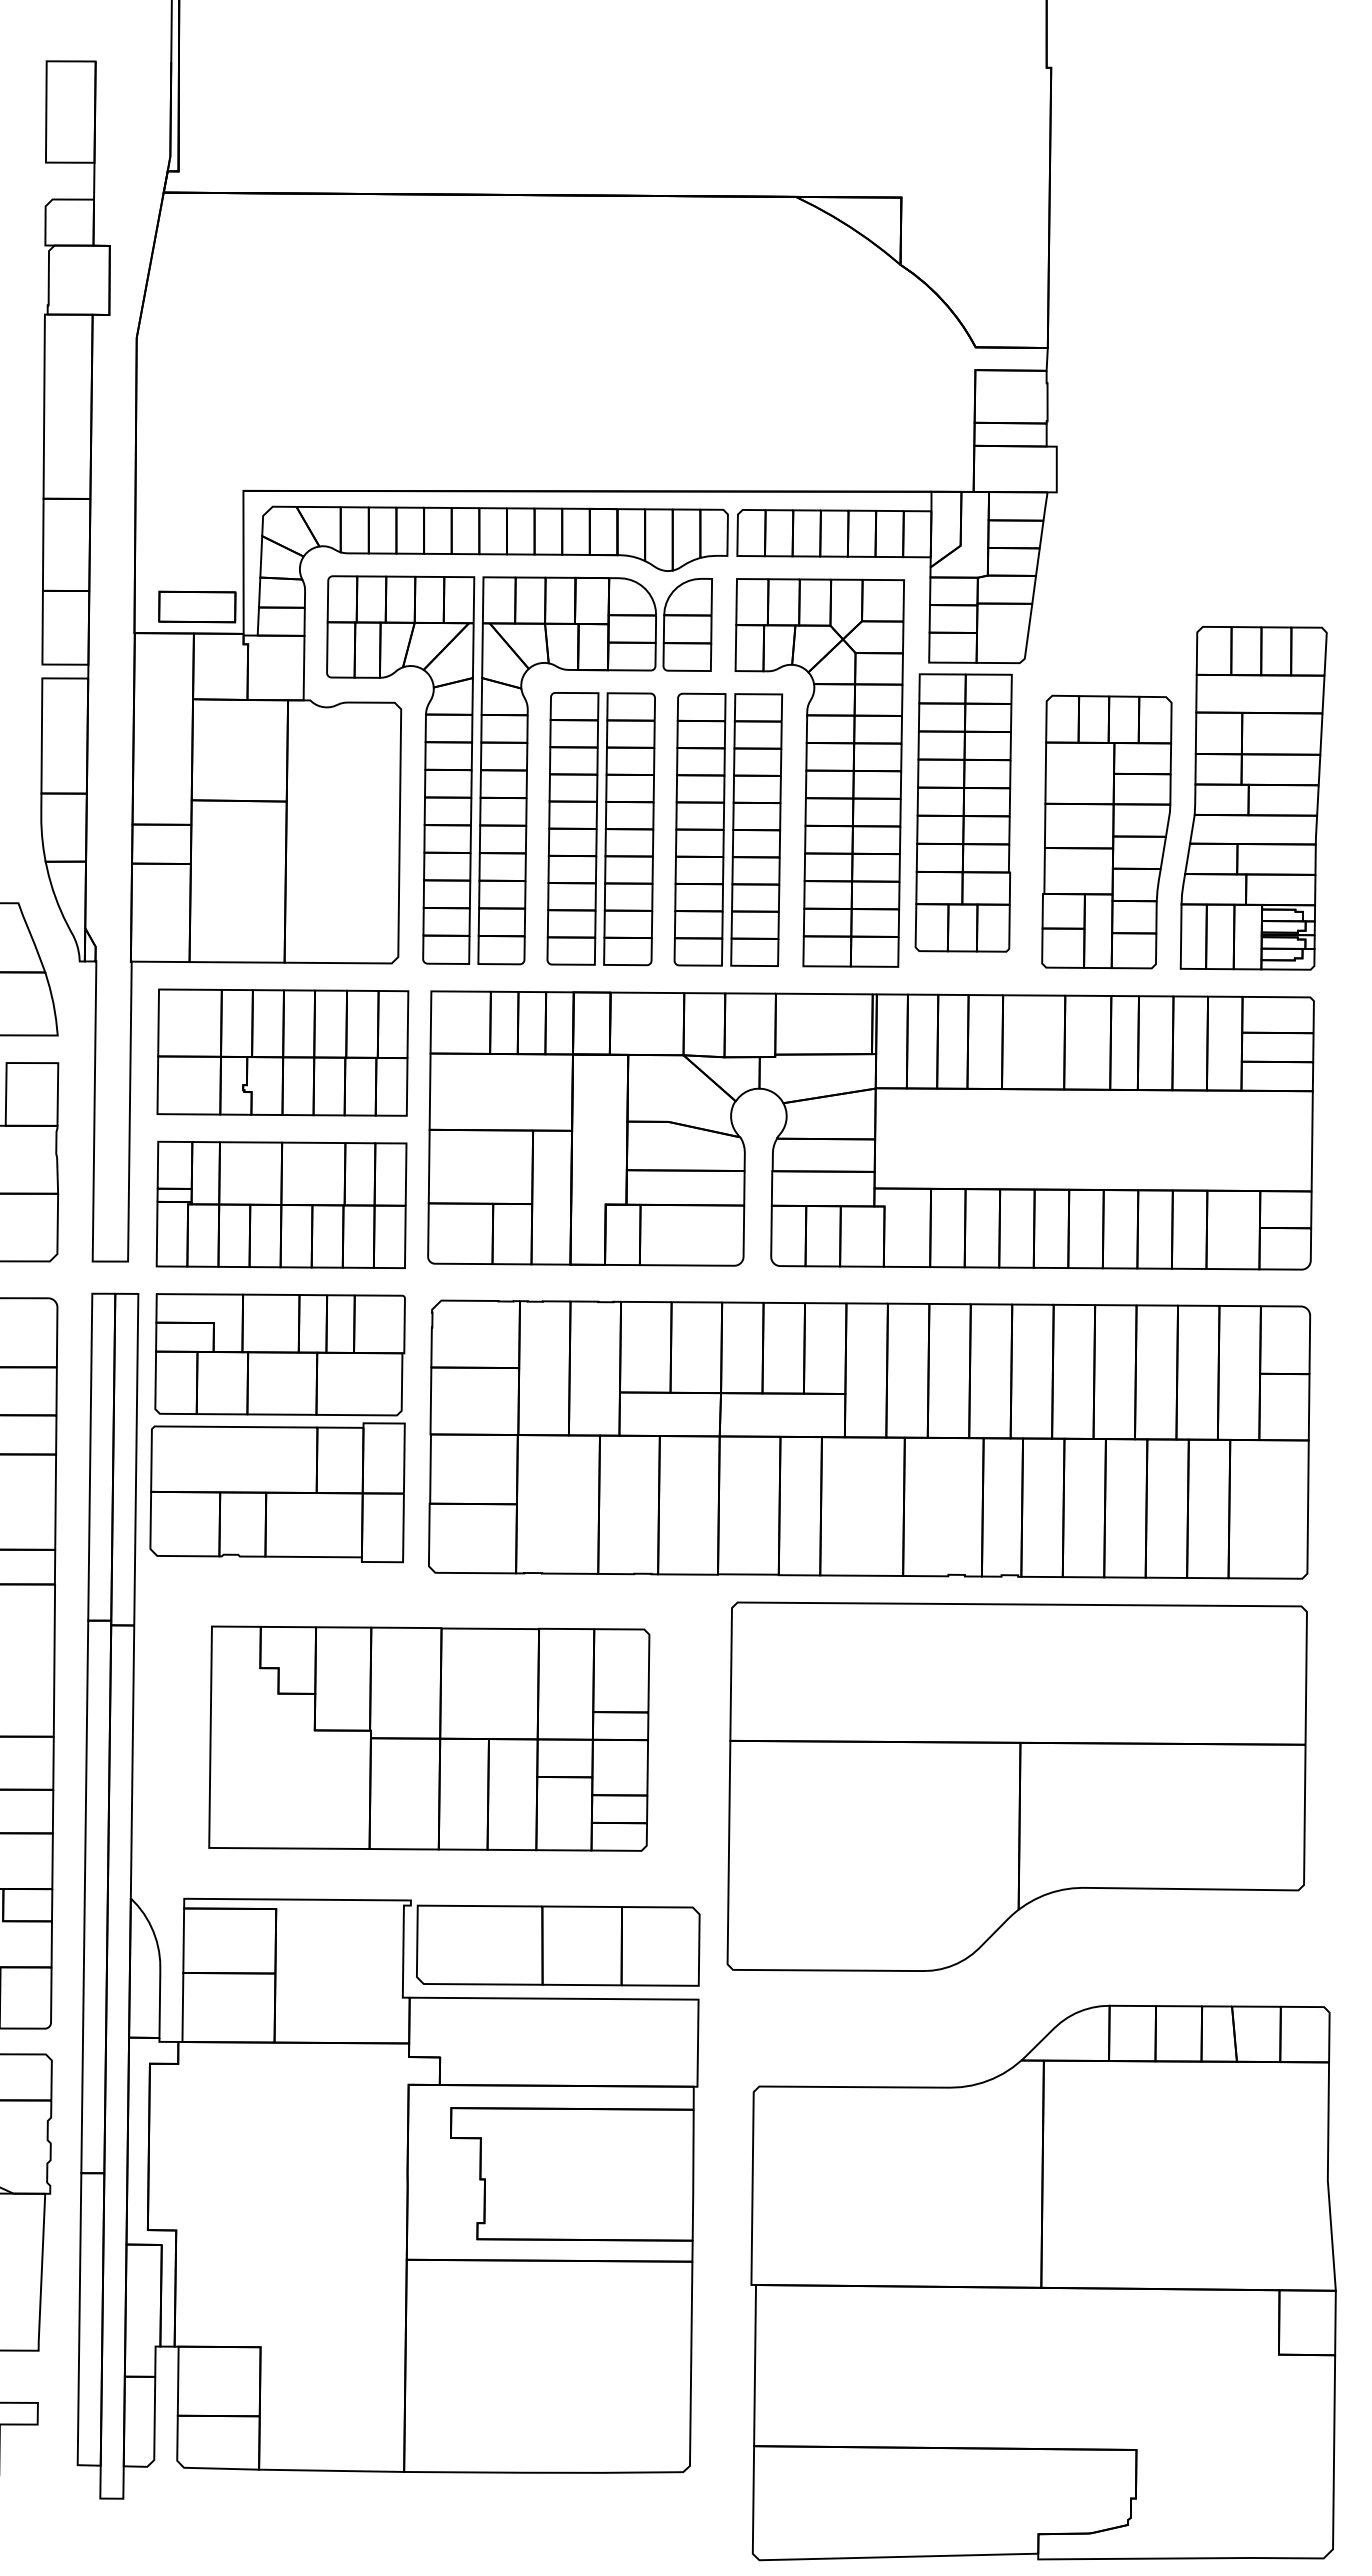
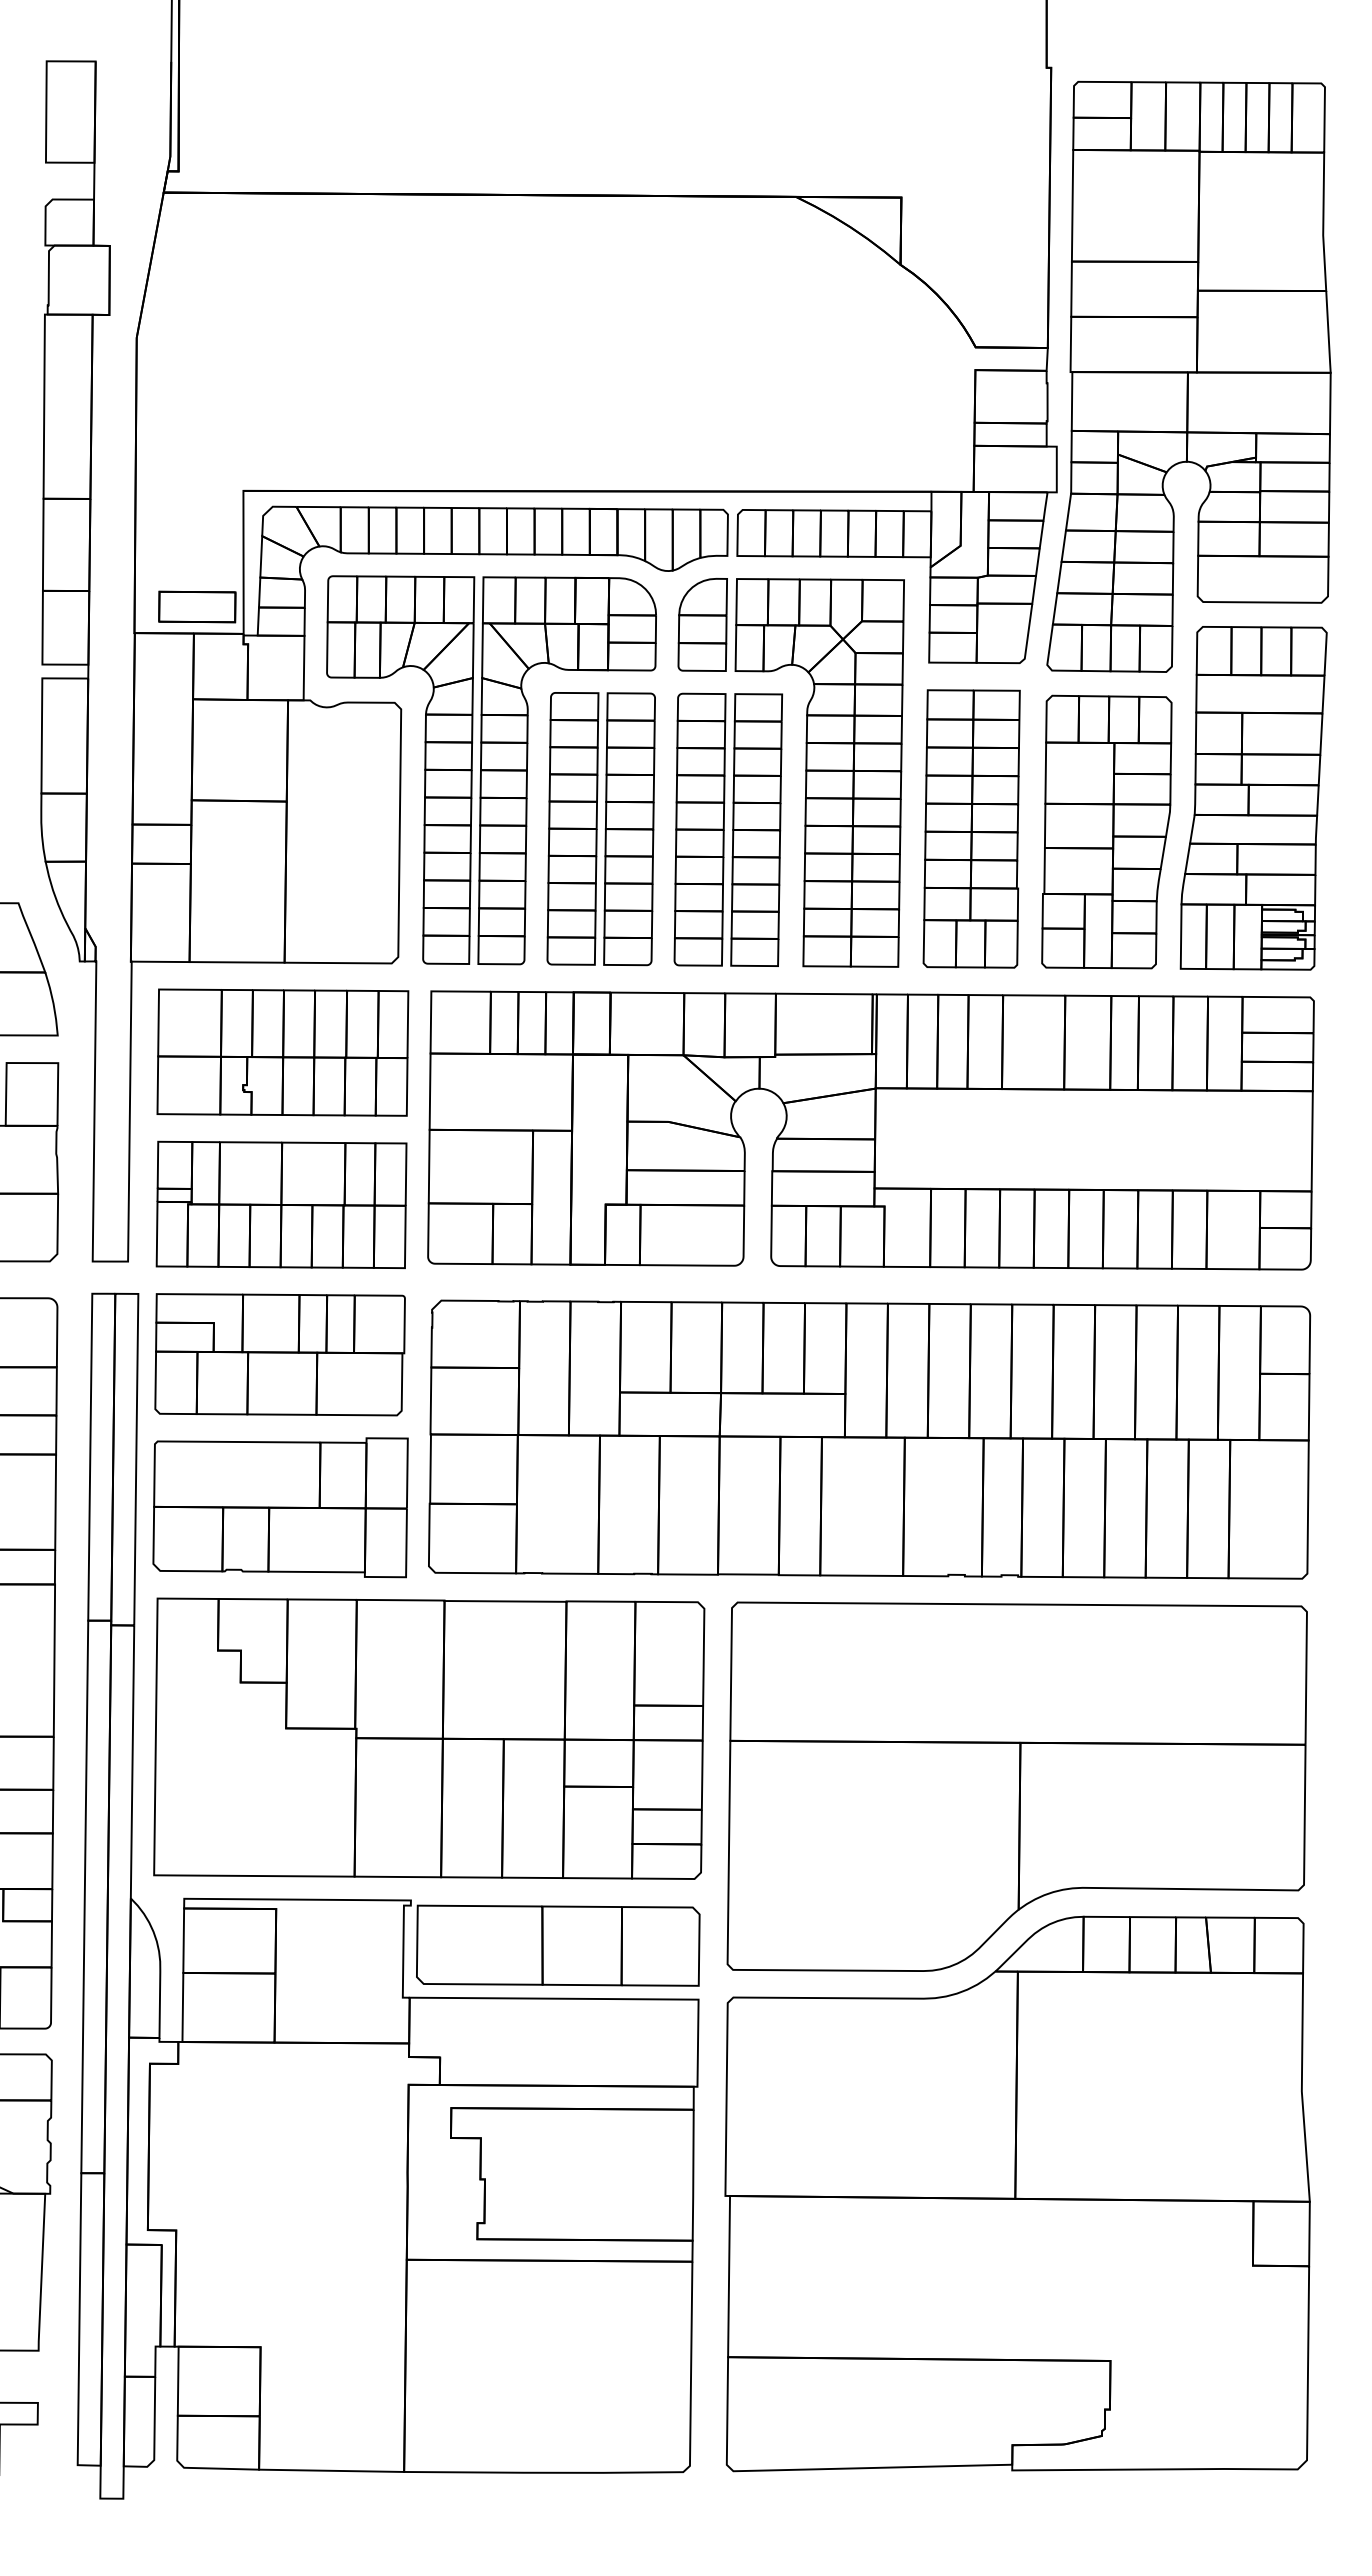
part at (1188, 376): none -> present
part at (687, 624) position: (687, 624) -> (702, 624)
part at (963, 812) position: (963, 812) -> (971, 828)
part at (277, 1492) position: (277, 1492) -> (280, 1507)
part at (429, 1738) size: 443x227 px -> 553x283 px
part at (1043, 2282) position: (1043, 2282) -> (1017, 2193)
